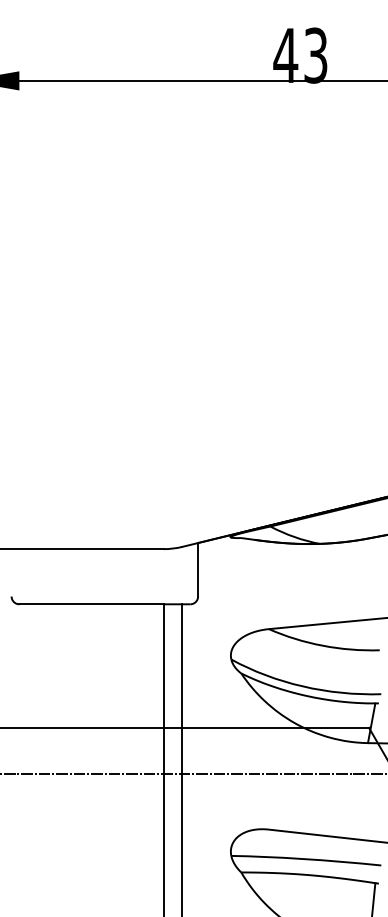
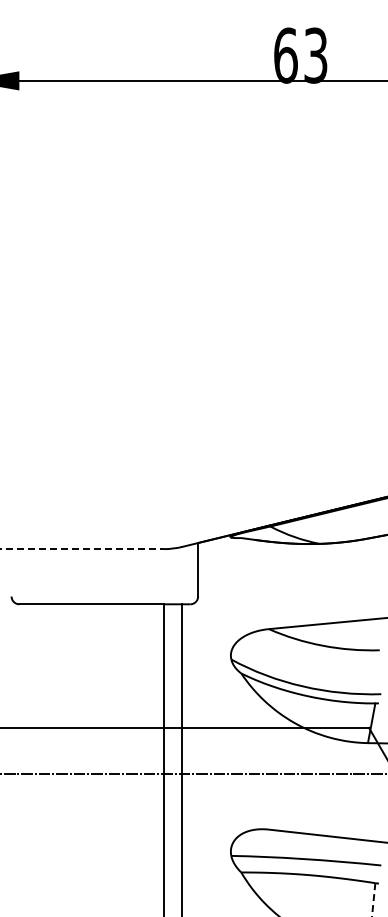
text at (285, 55): 43 -> 63
line at (82, 549): solid -> dashed
line at (373, 899): solid -> dashed
